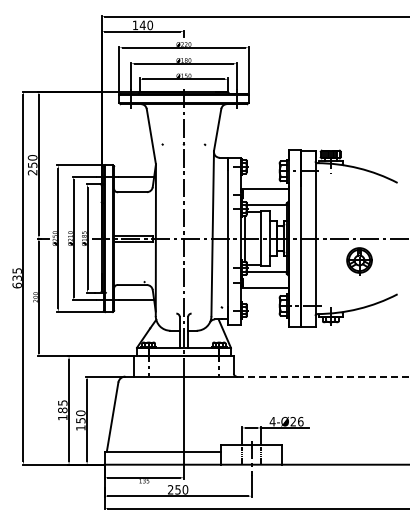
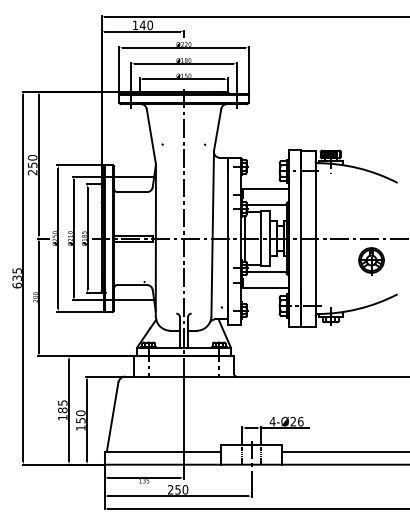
part at (359, 261) position: (359, 261) -> (371, 261)
line at (323, 376): dashed -> solid
line at (344, 451): none -> present
